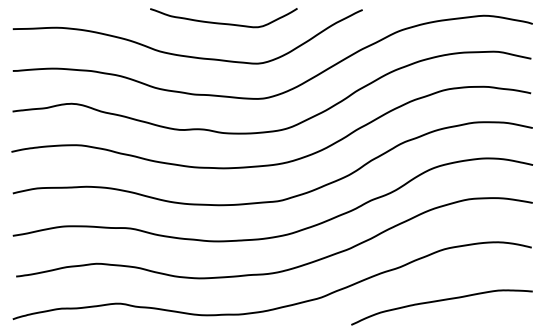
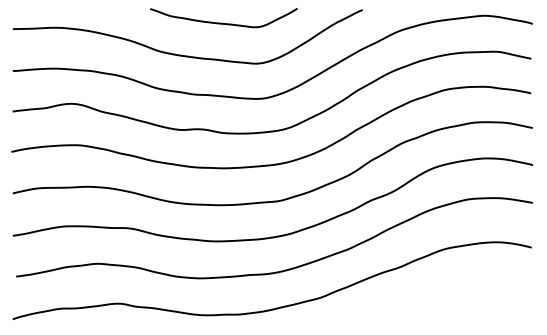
curve at (441, 301): present -> none
